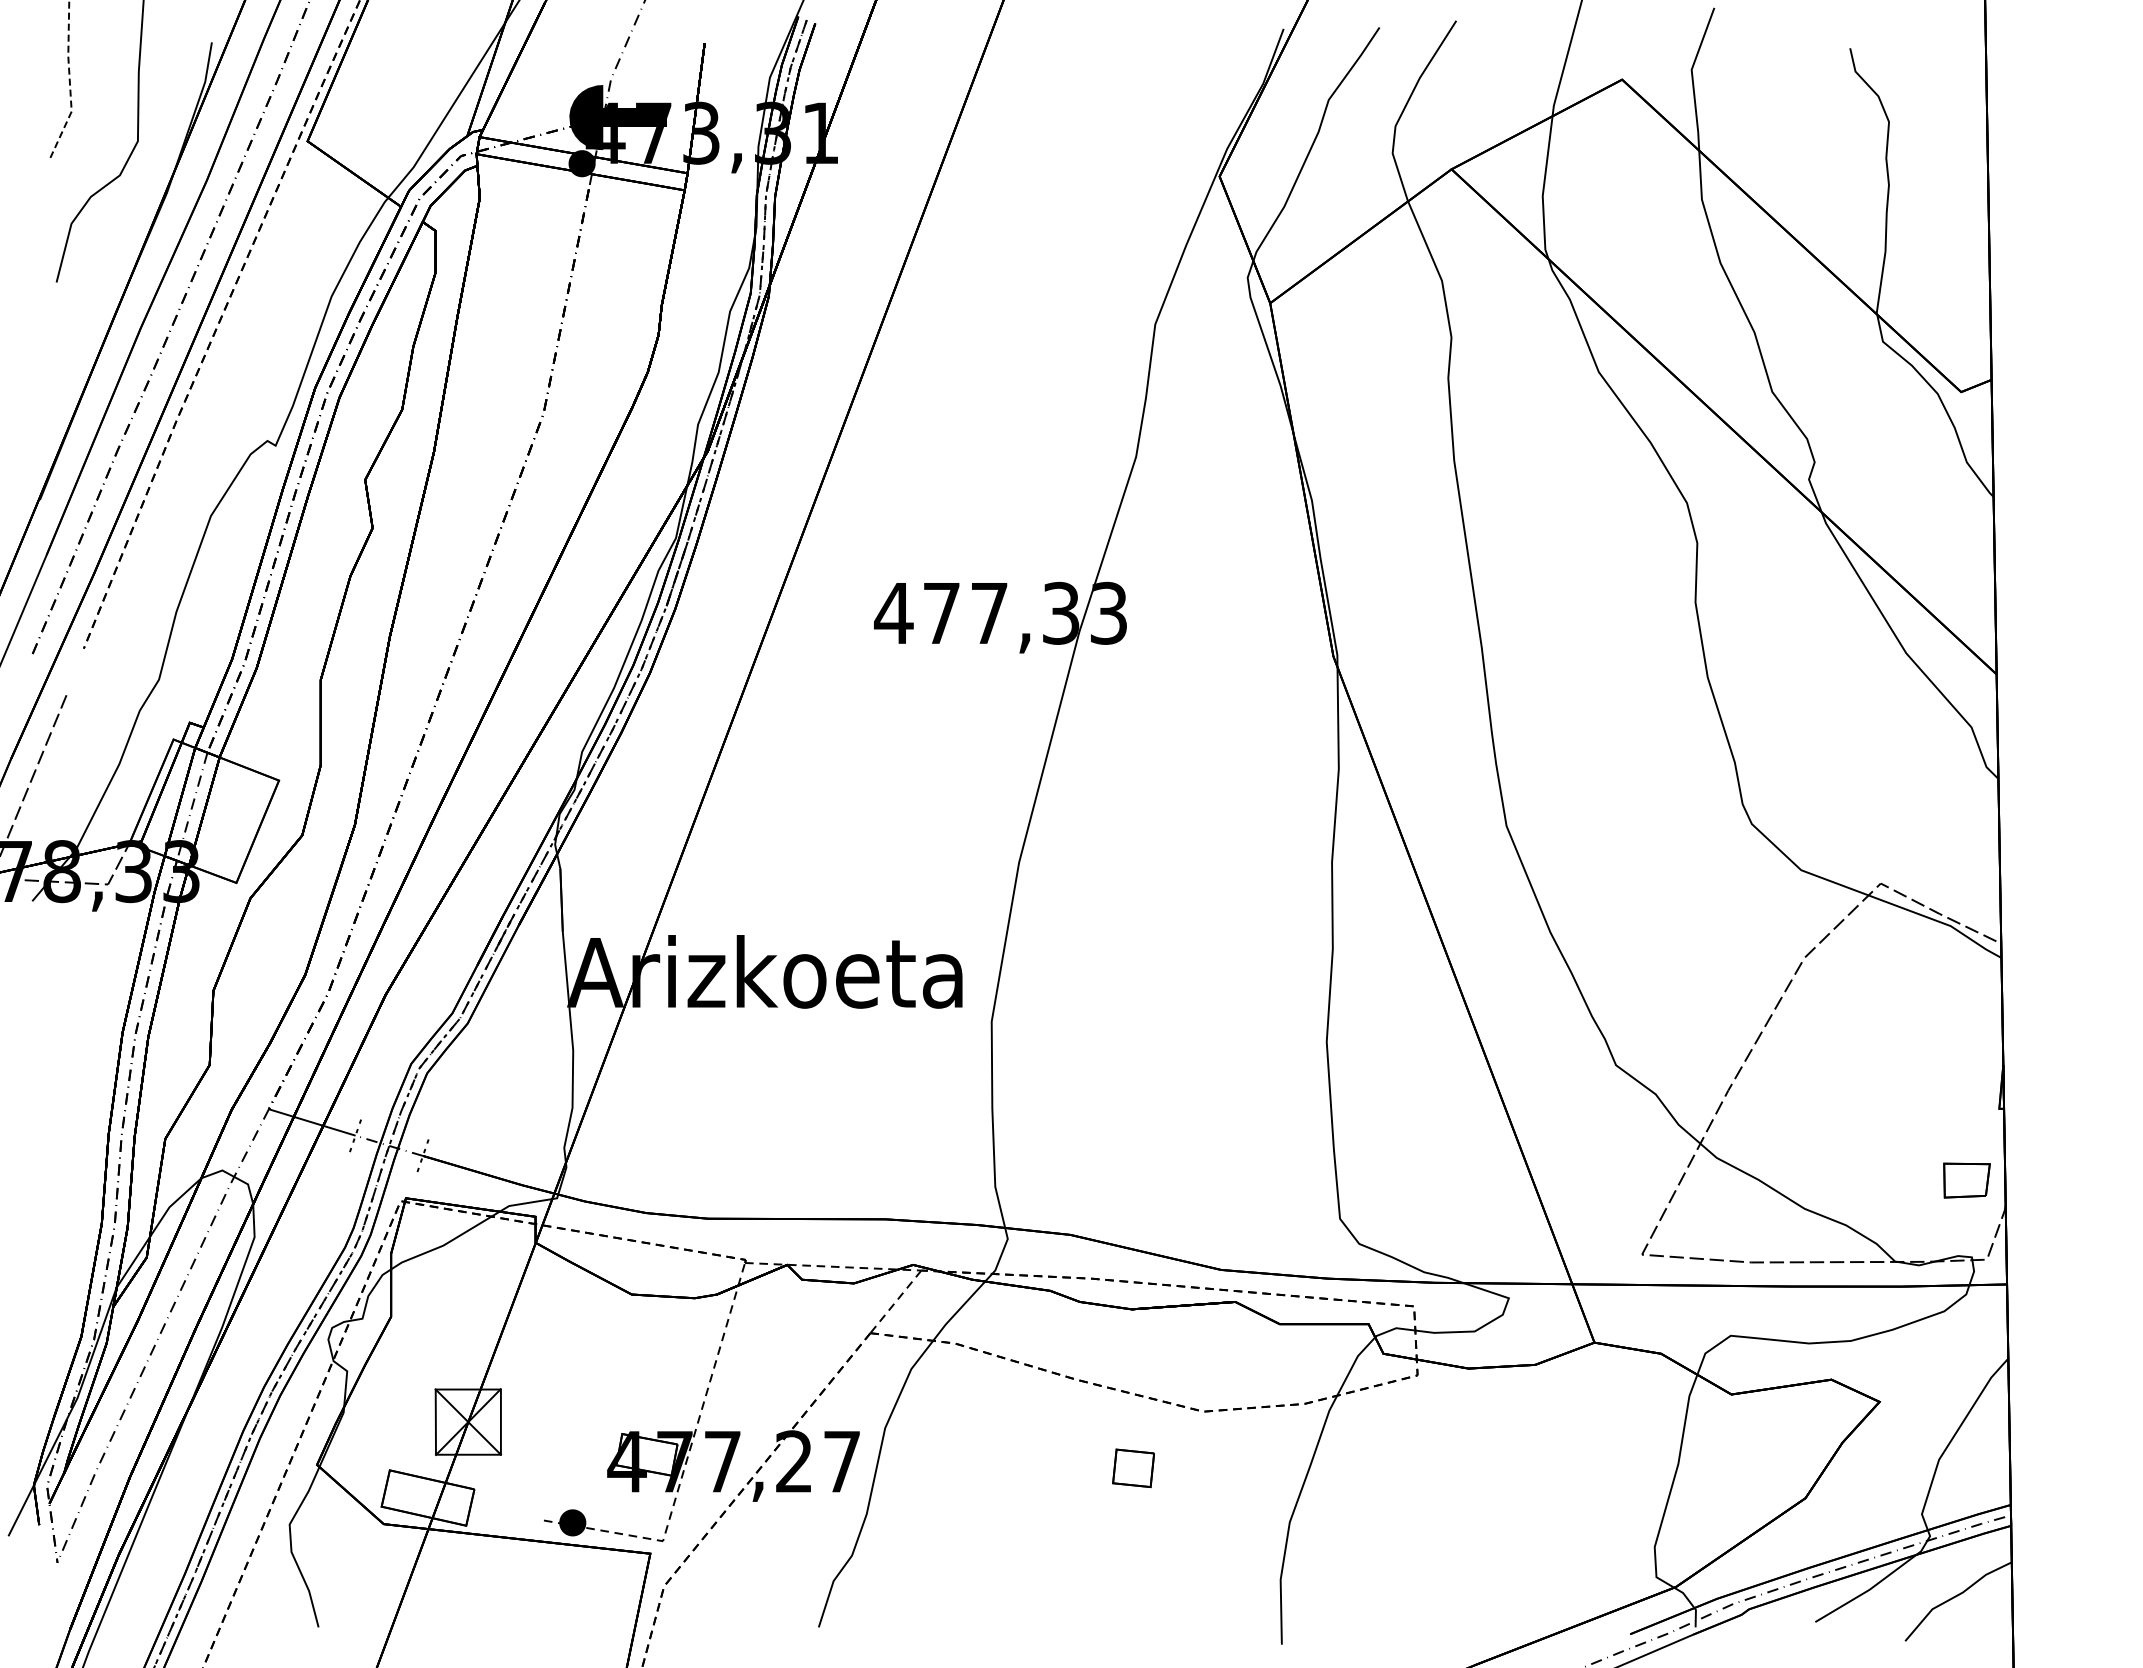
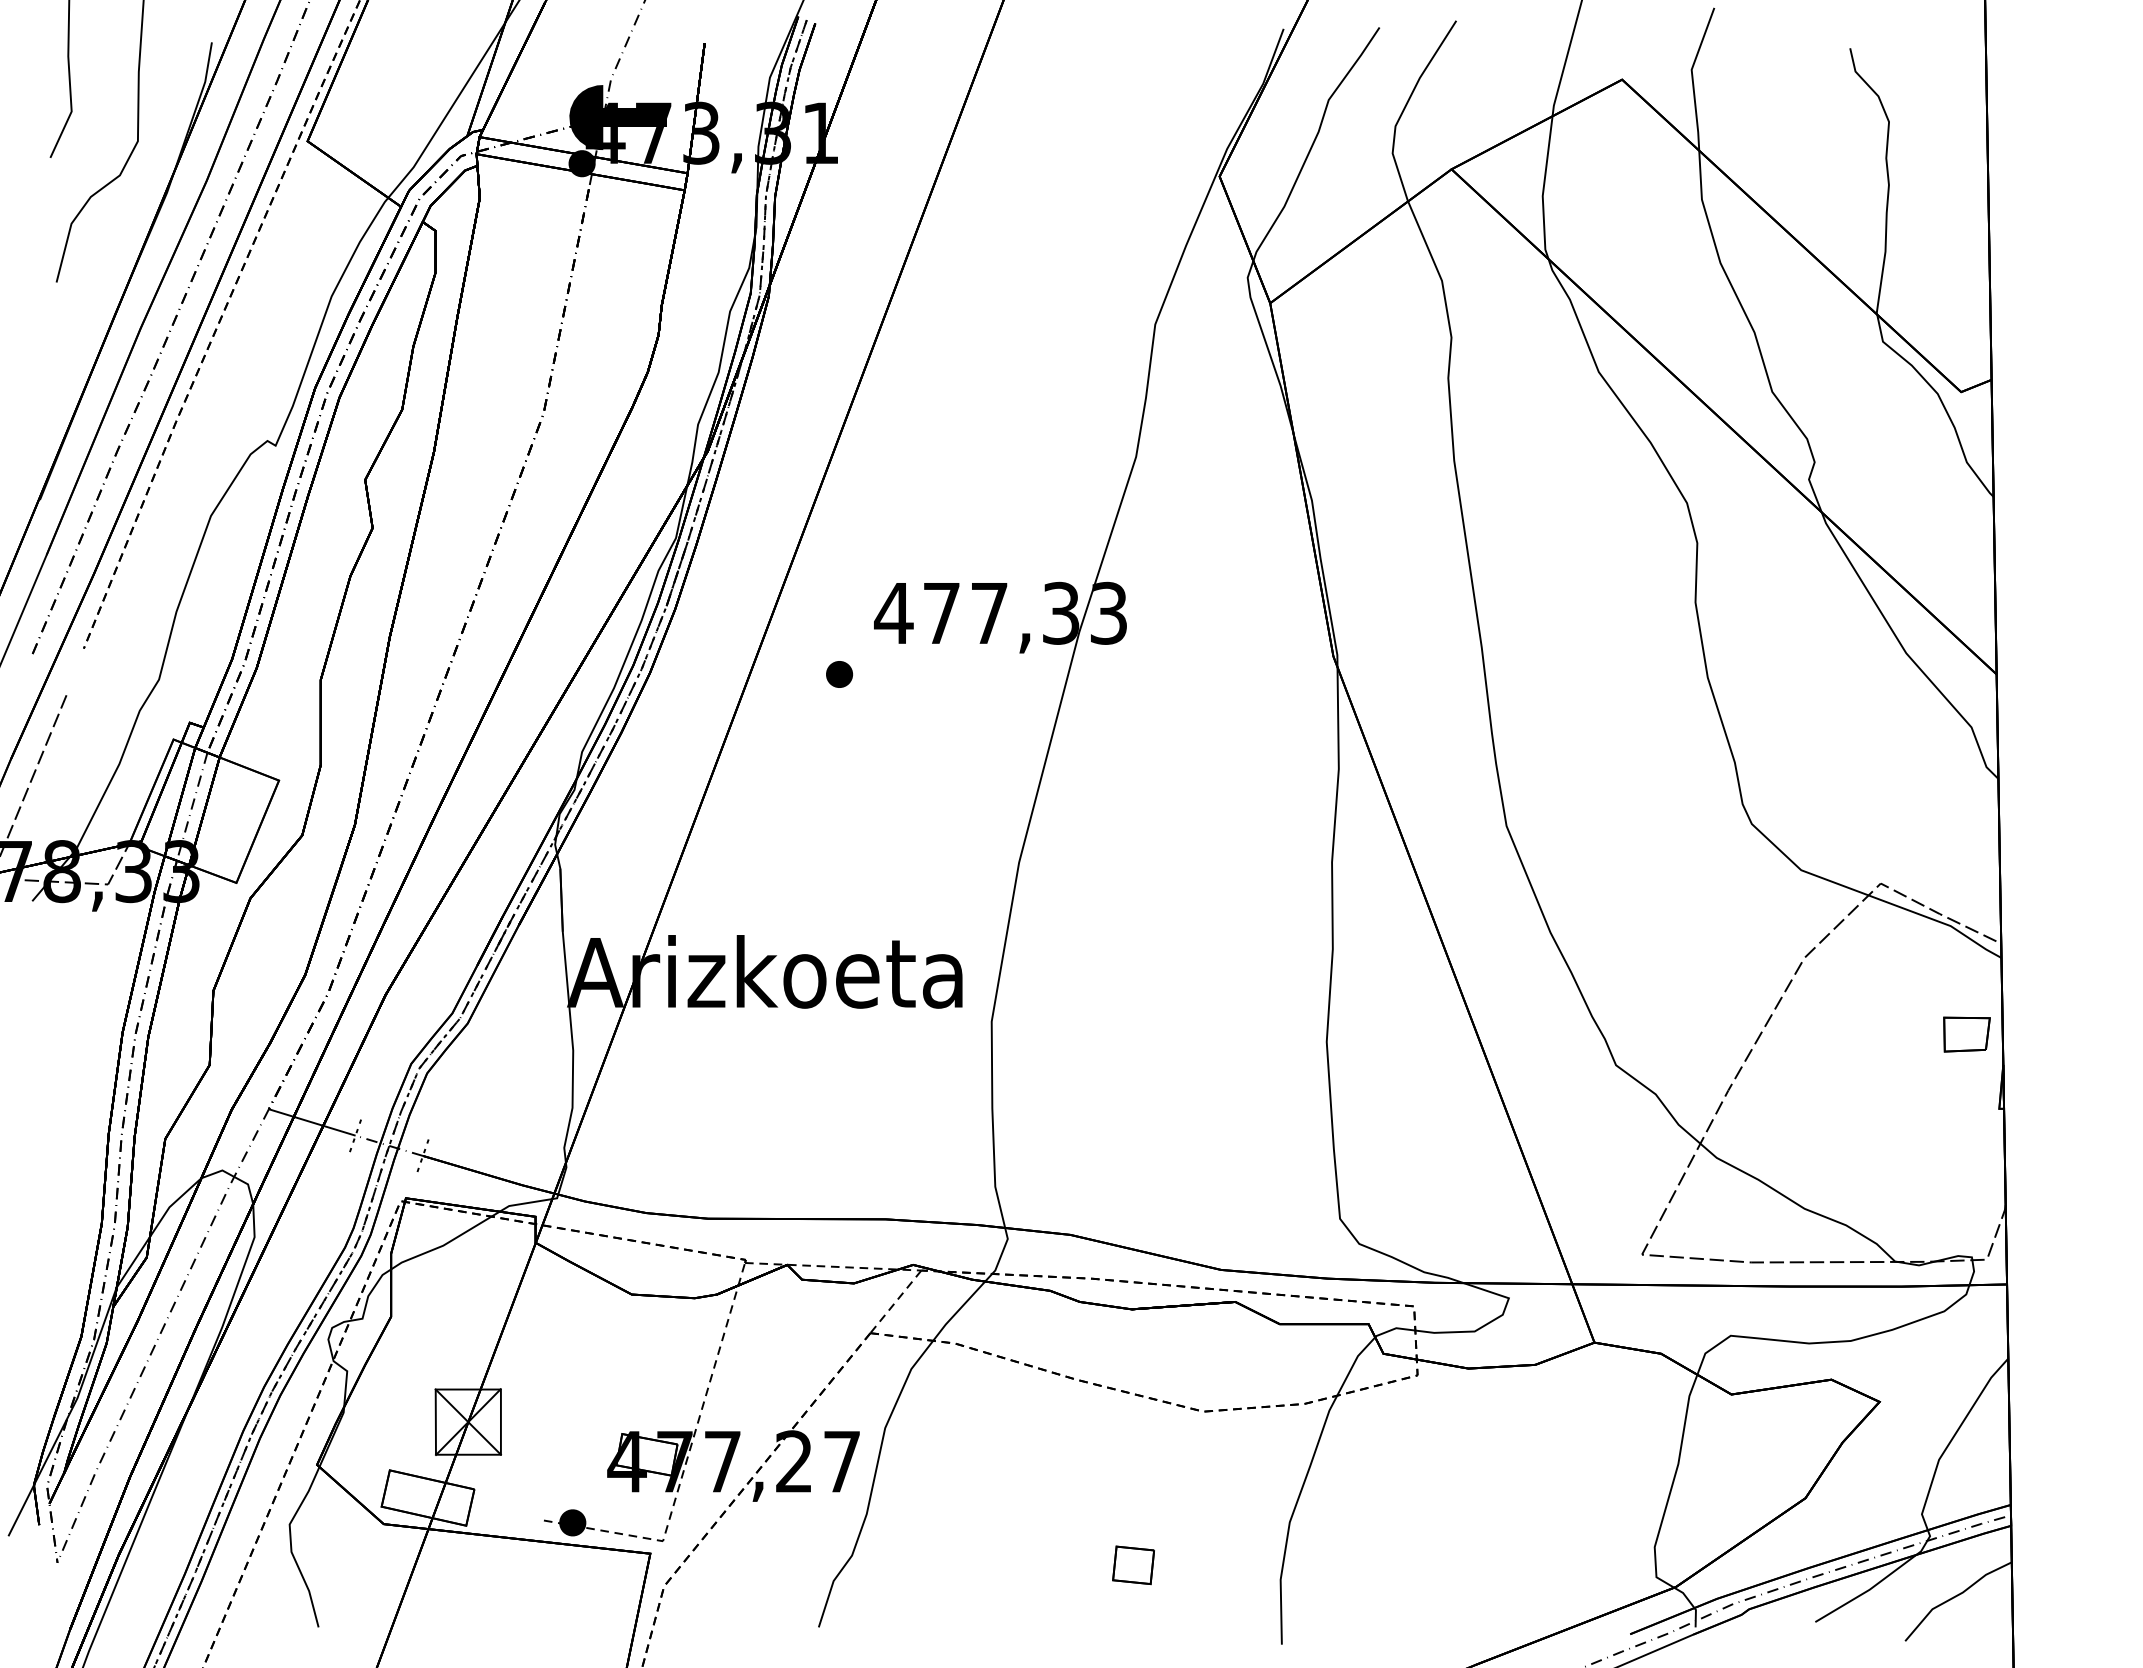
line at (69, 81): dashed -> solid
part at (839, 674): none -> present
part at (1966, 1180) position: (1966, 1180) -> (1966, 1034)
part at (1133, 1468) position: (1133, 1468) -> (1133, 1565)
